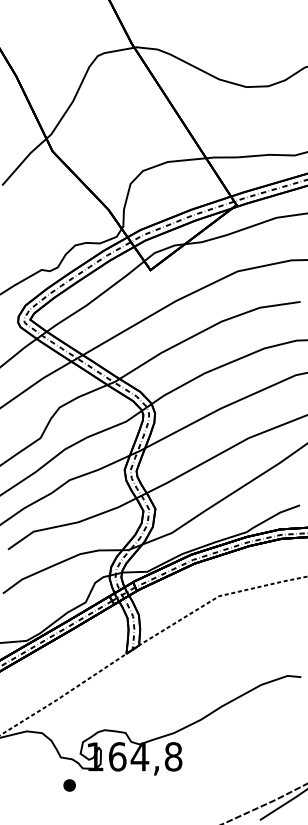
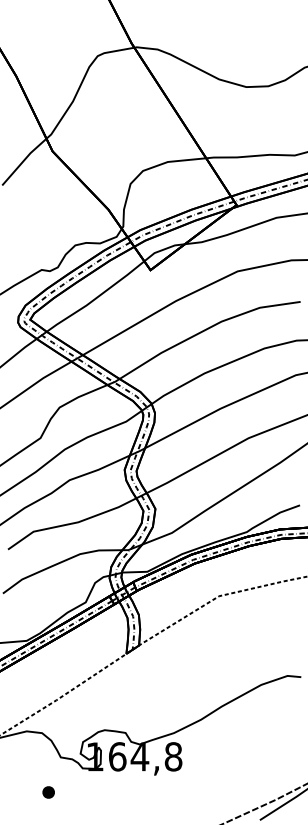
part at (69, 785) position: (69, 785) -> (48, 792)
